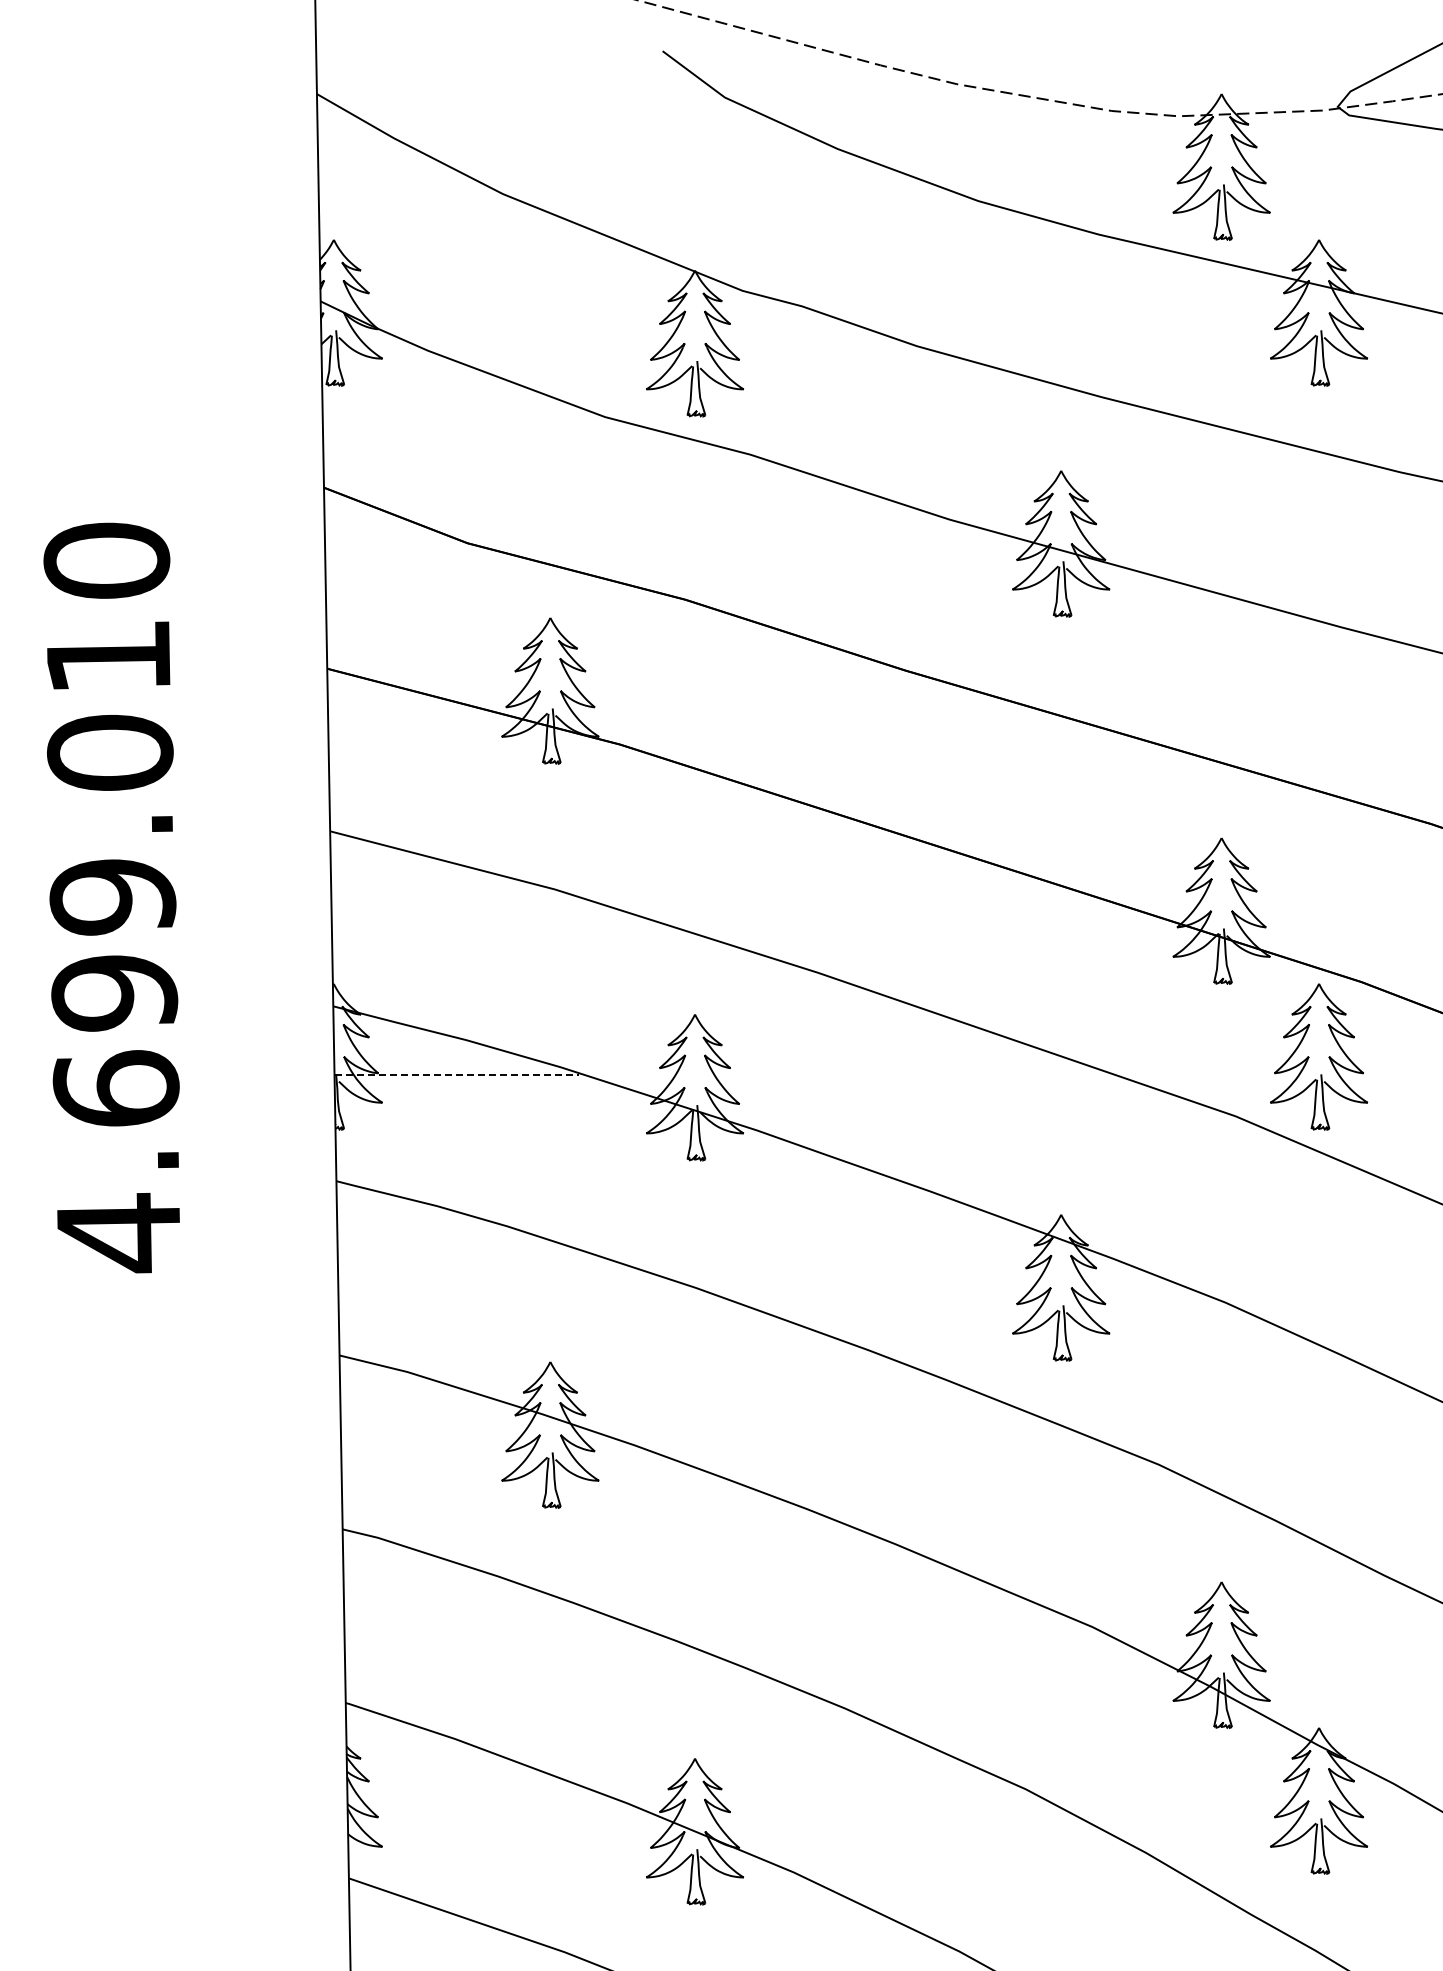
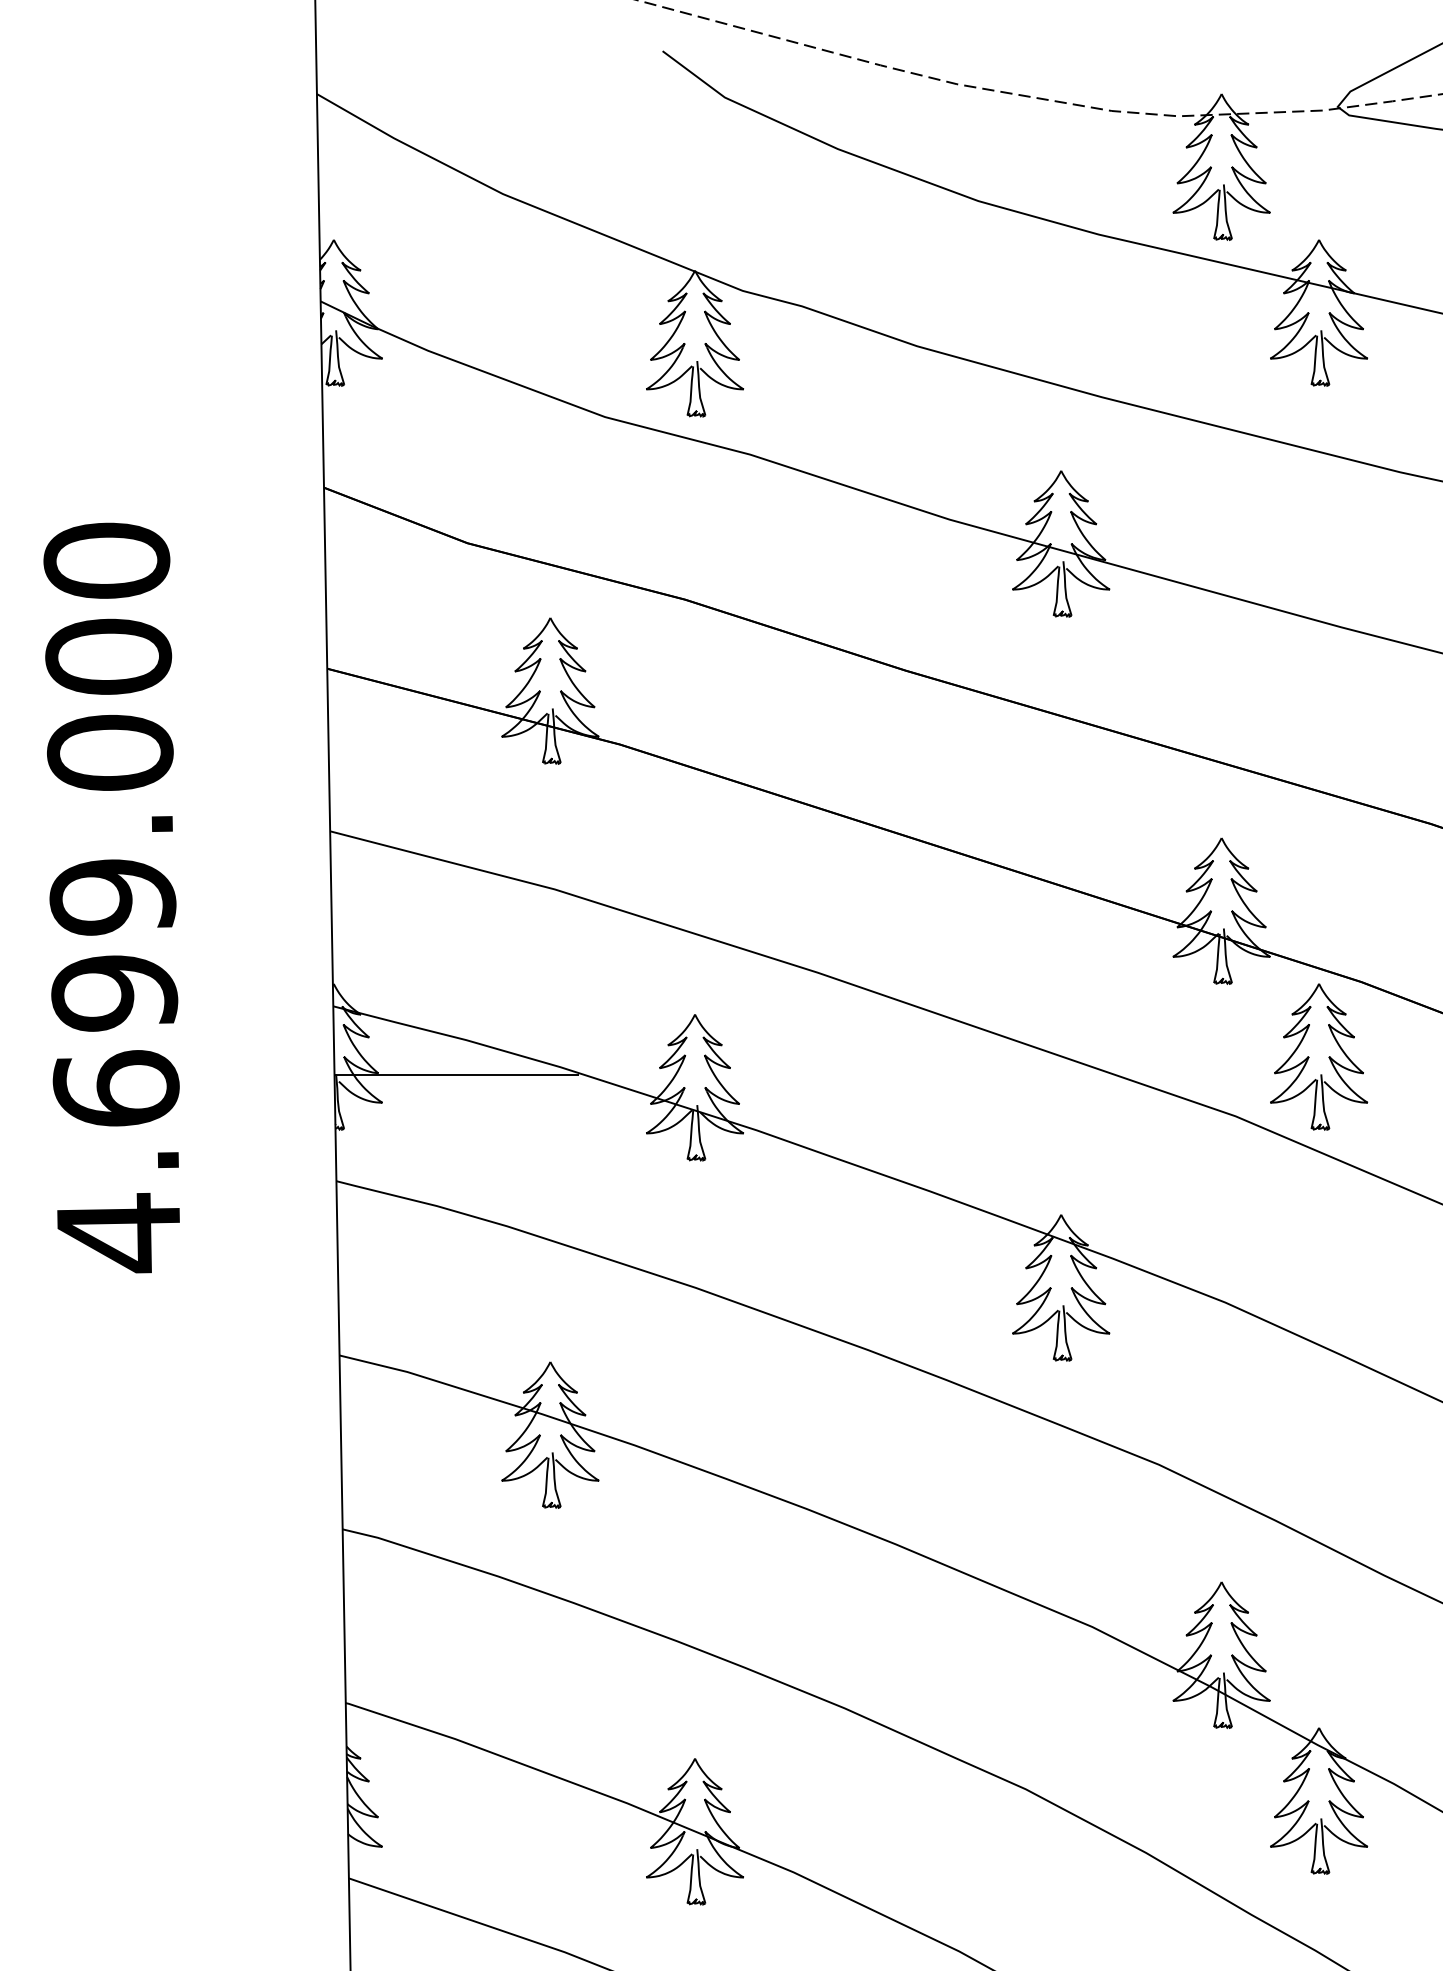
text at (108, 656): 4.699.010 -> 4.699.000
line at (457, 1075): dashed -> solid
